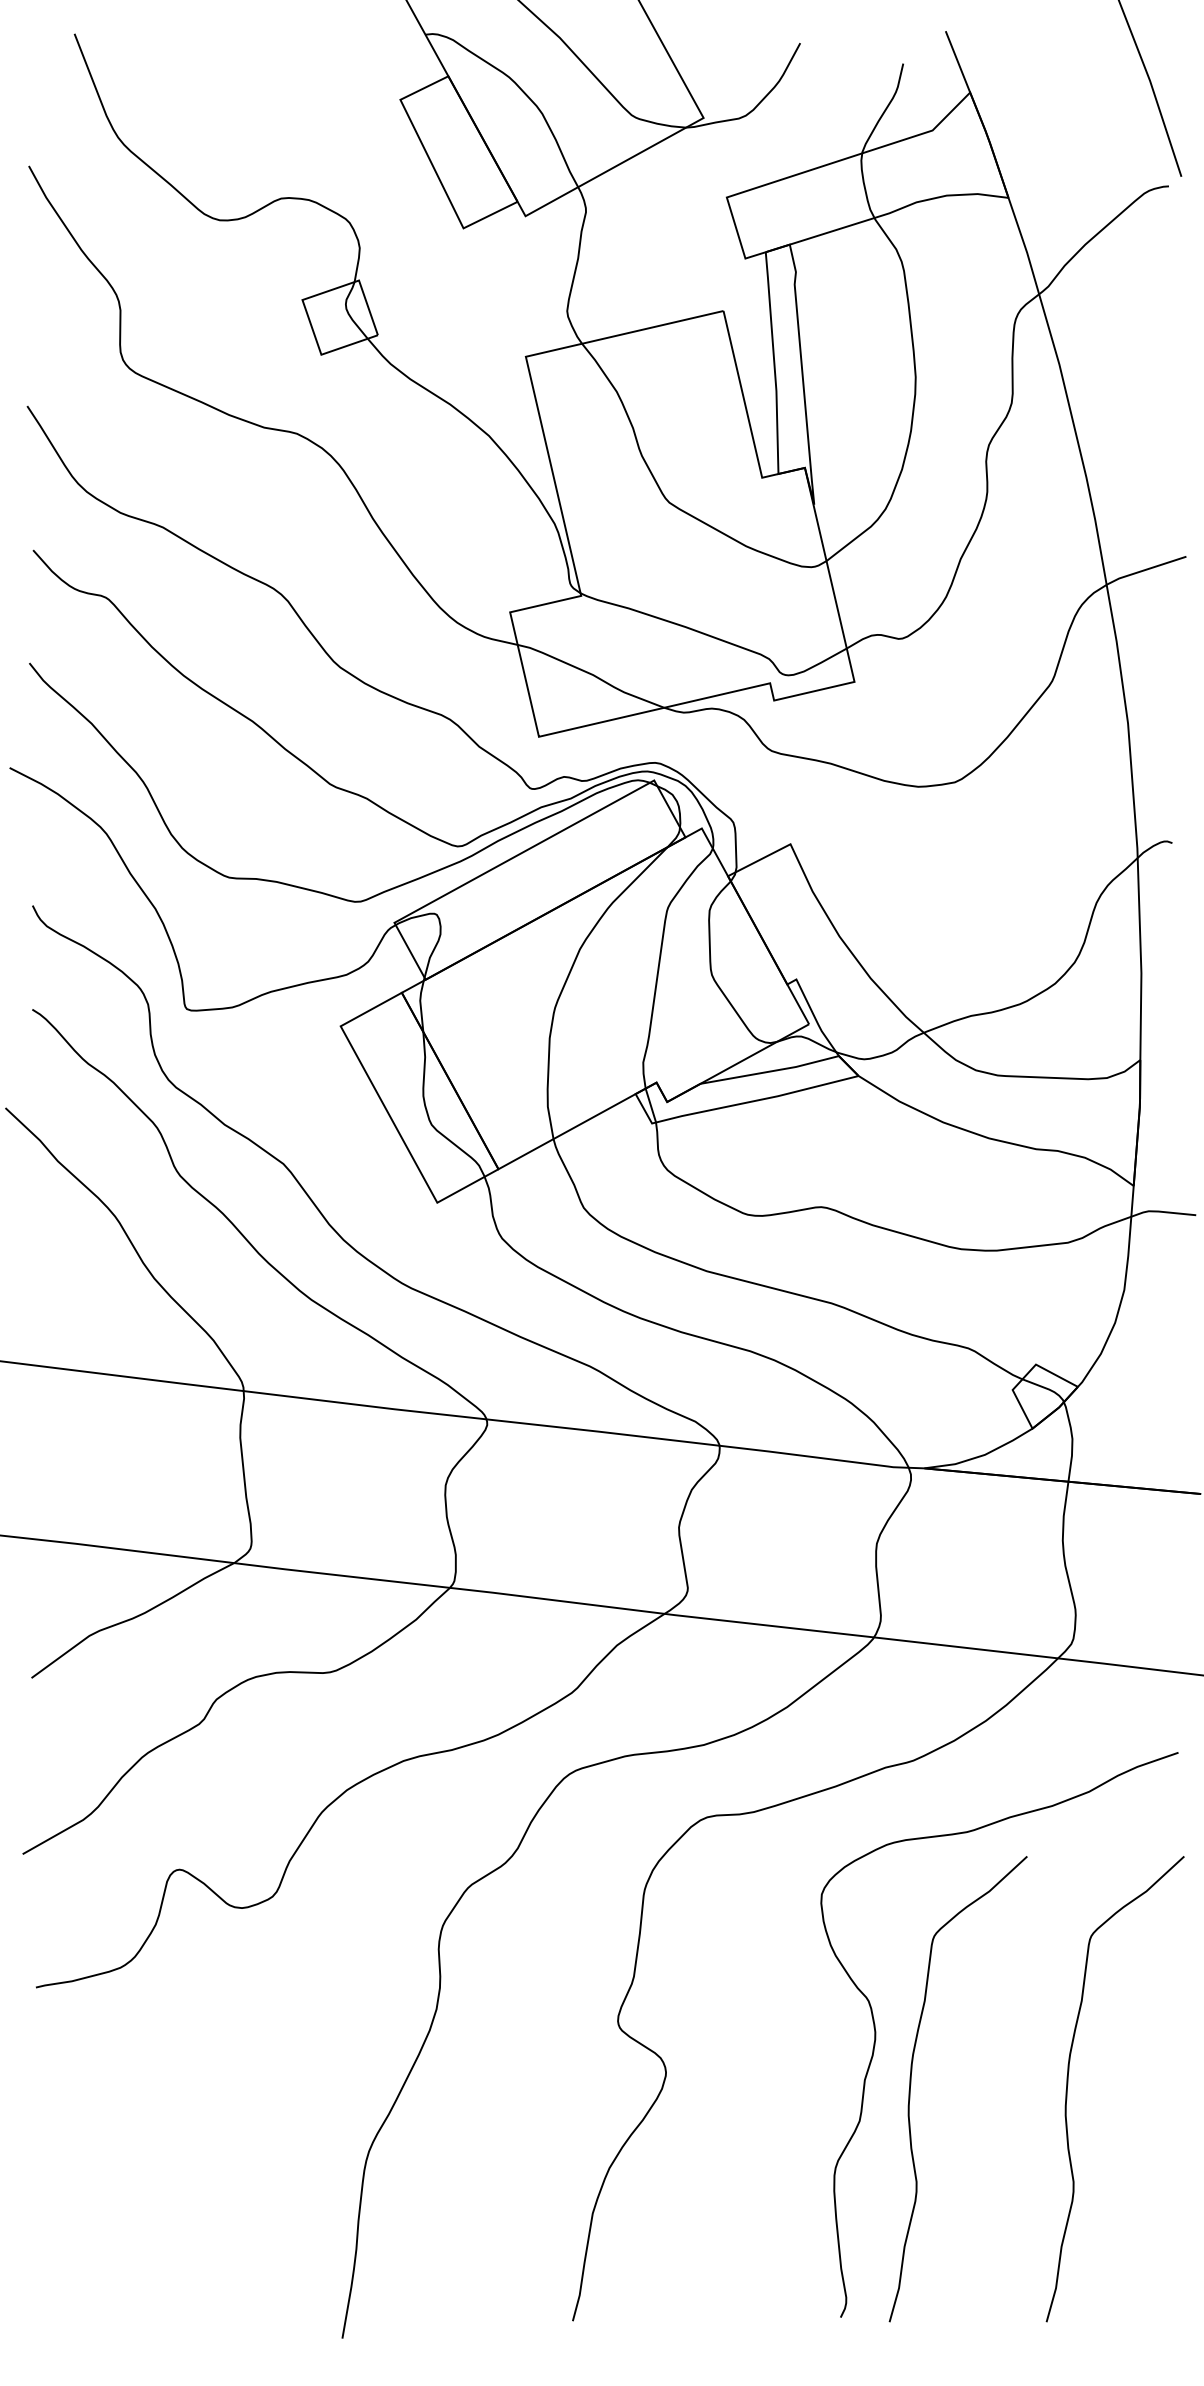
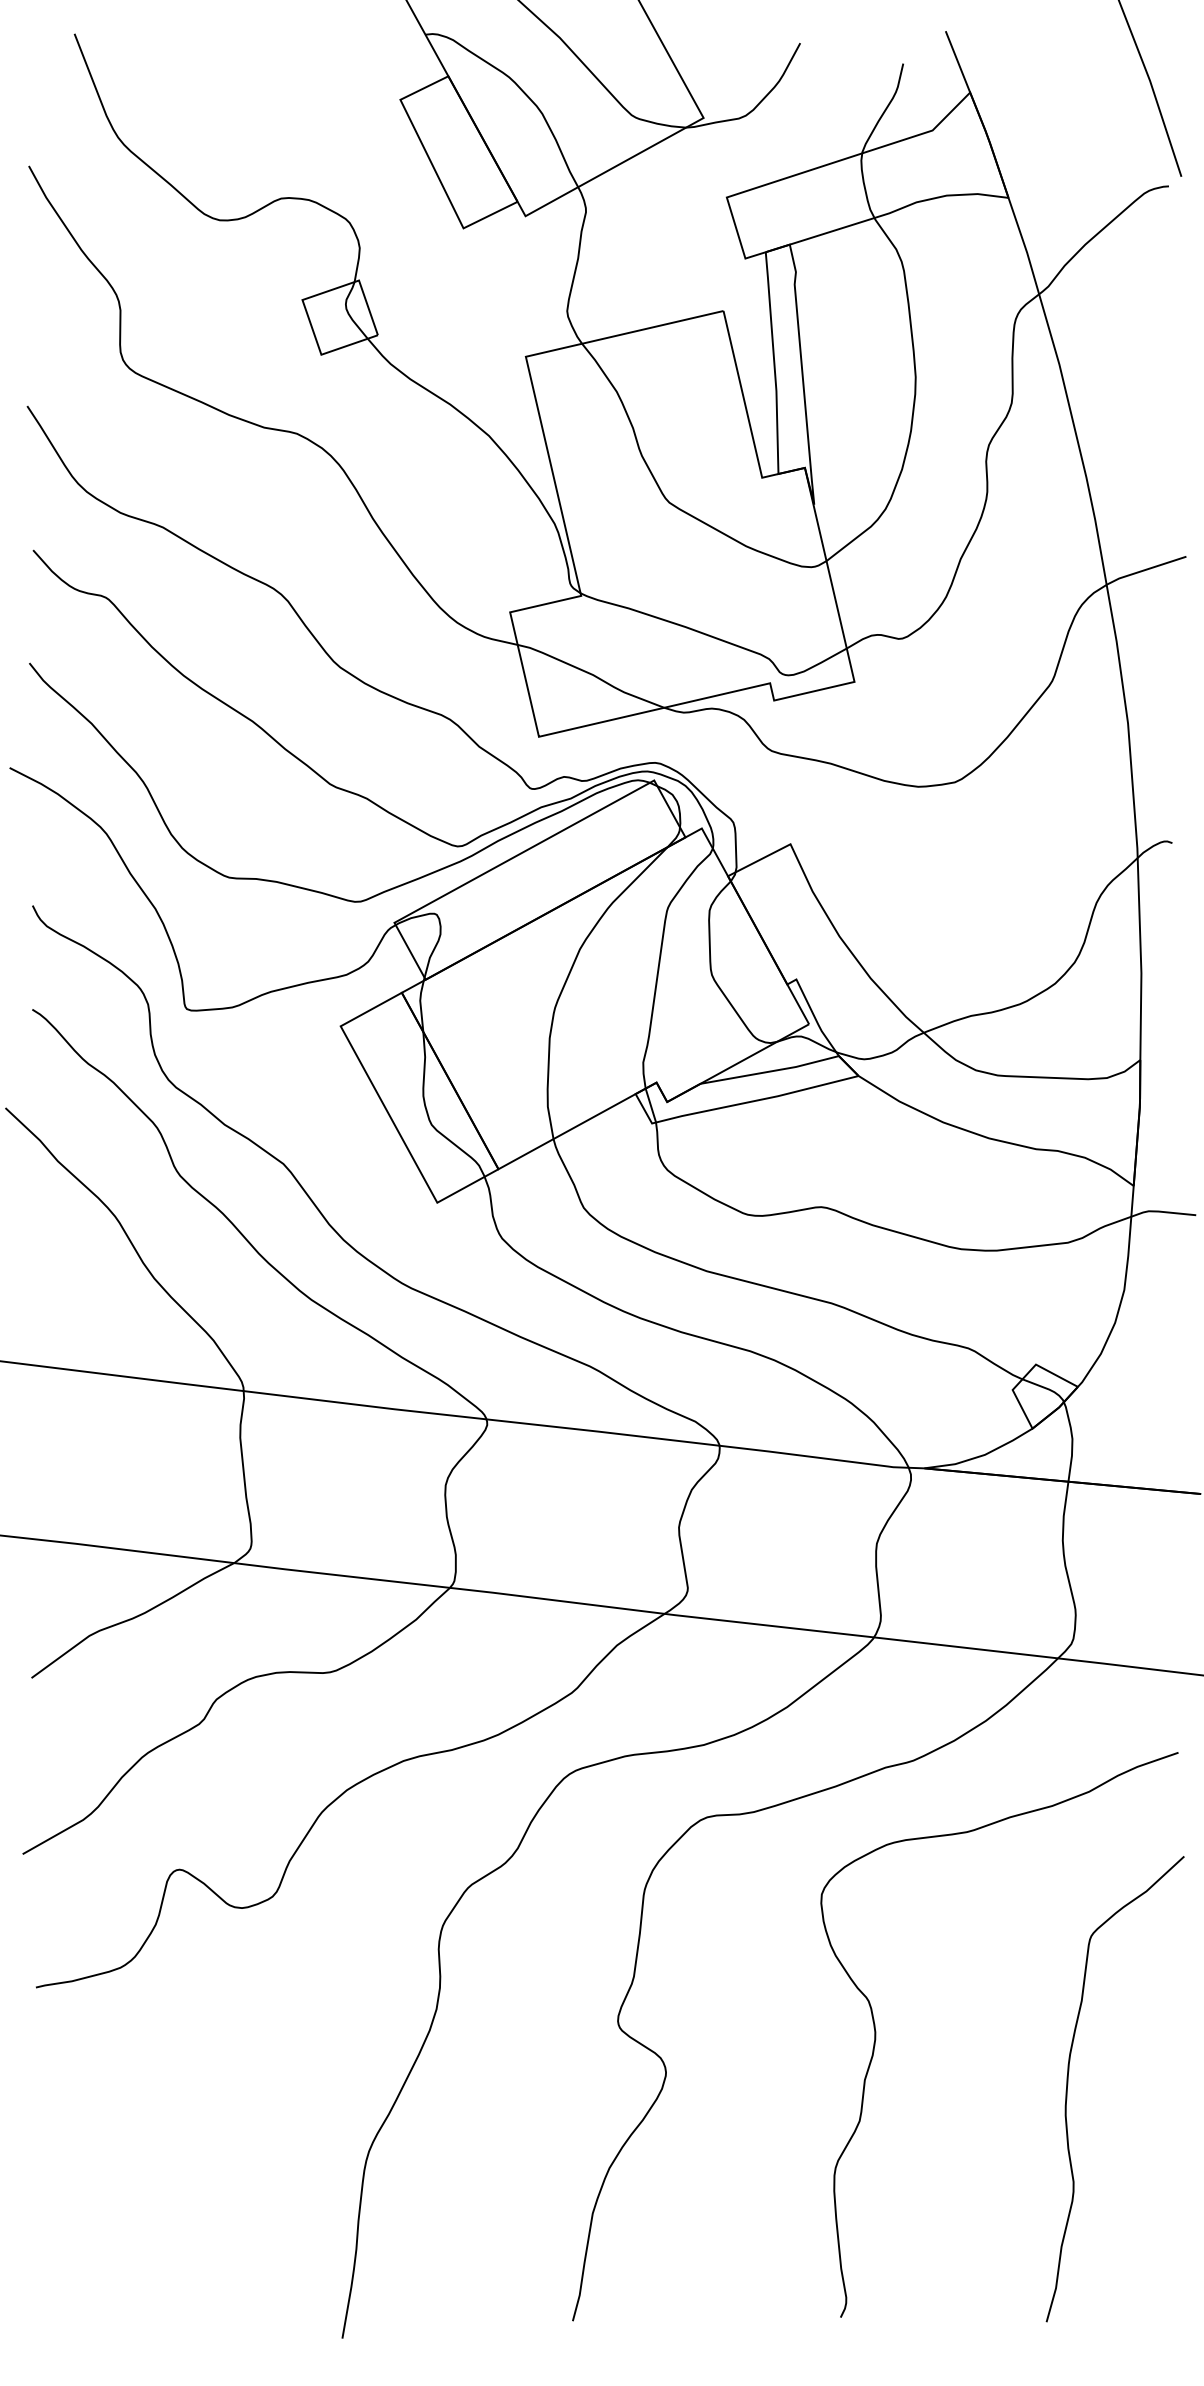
curve at (911, 2085): present -> none
